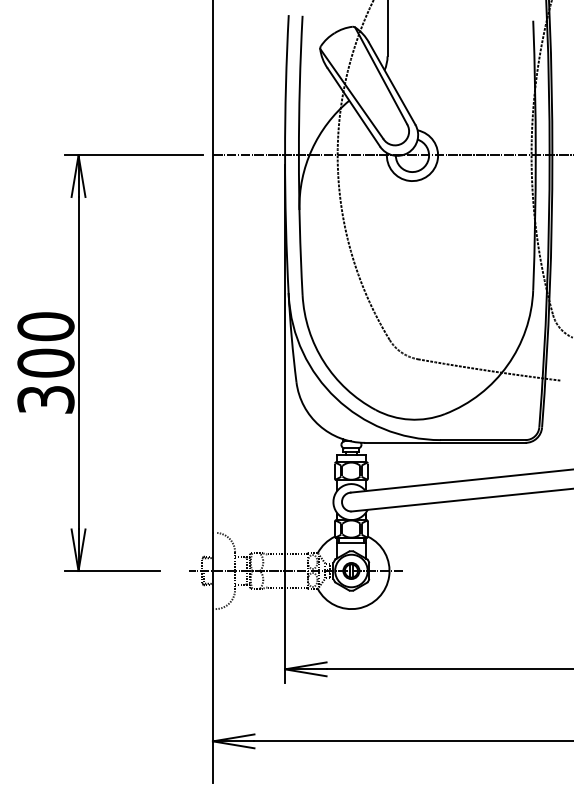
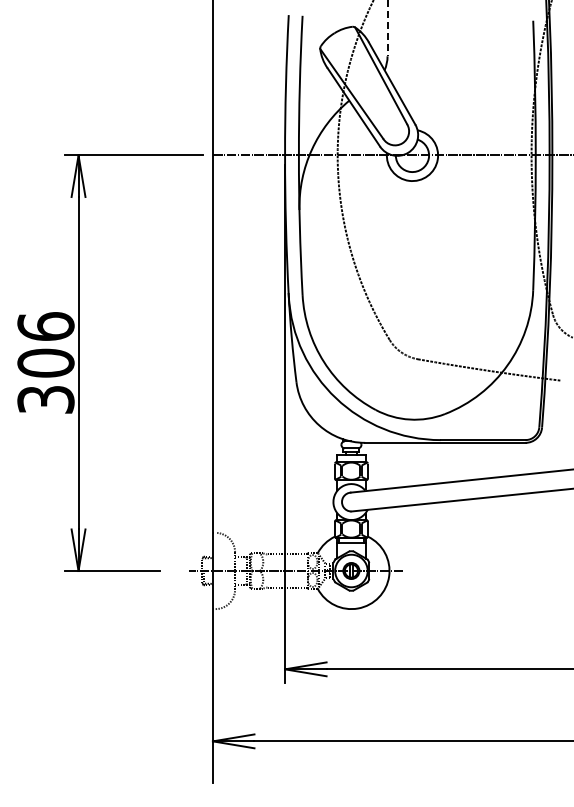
line at (387, 28): solid -> dashed
text at (45, 326): 300 -> 306
